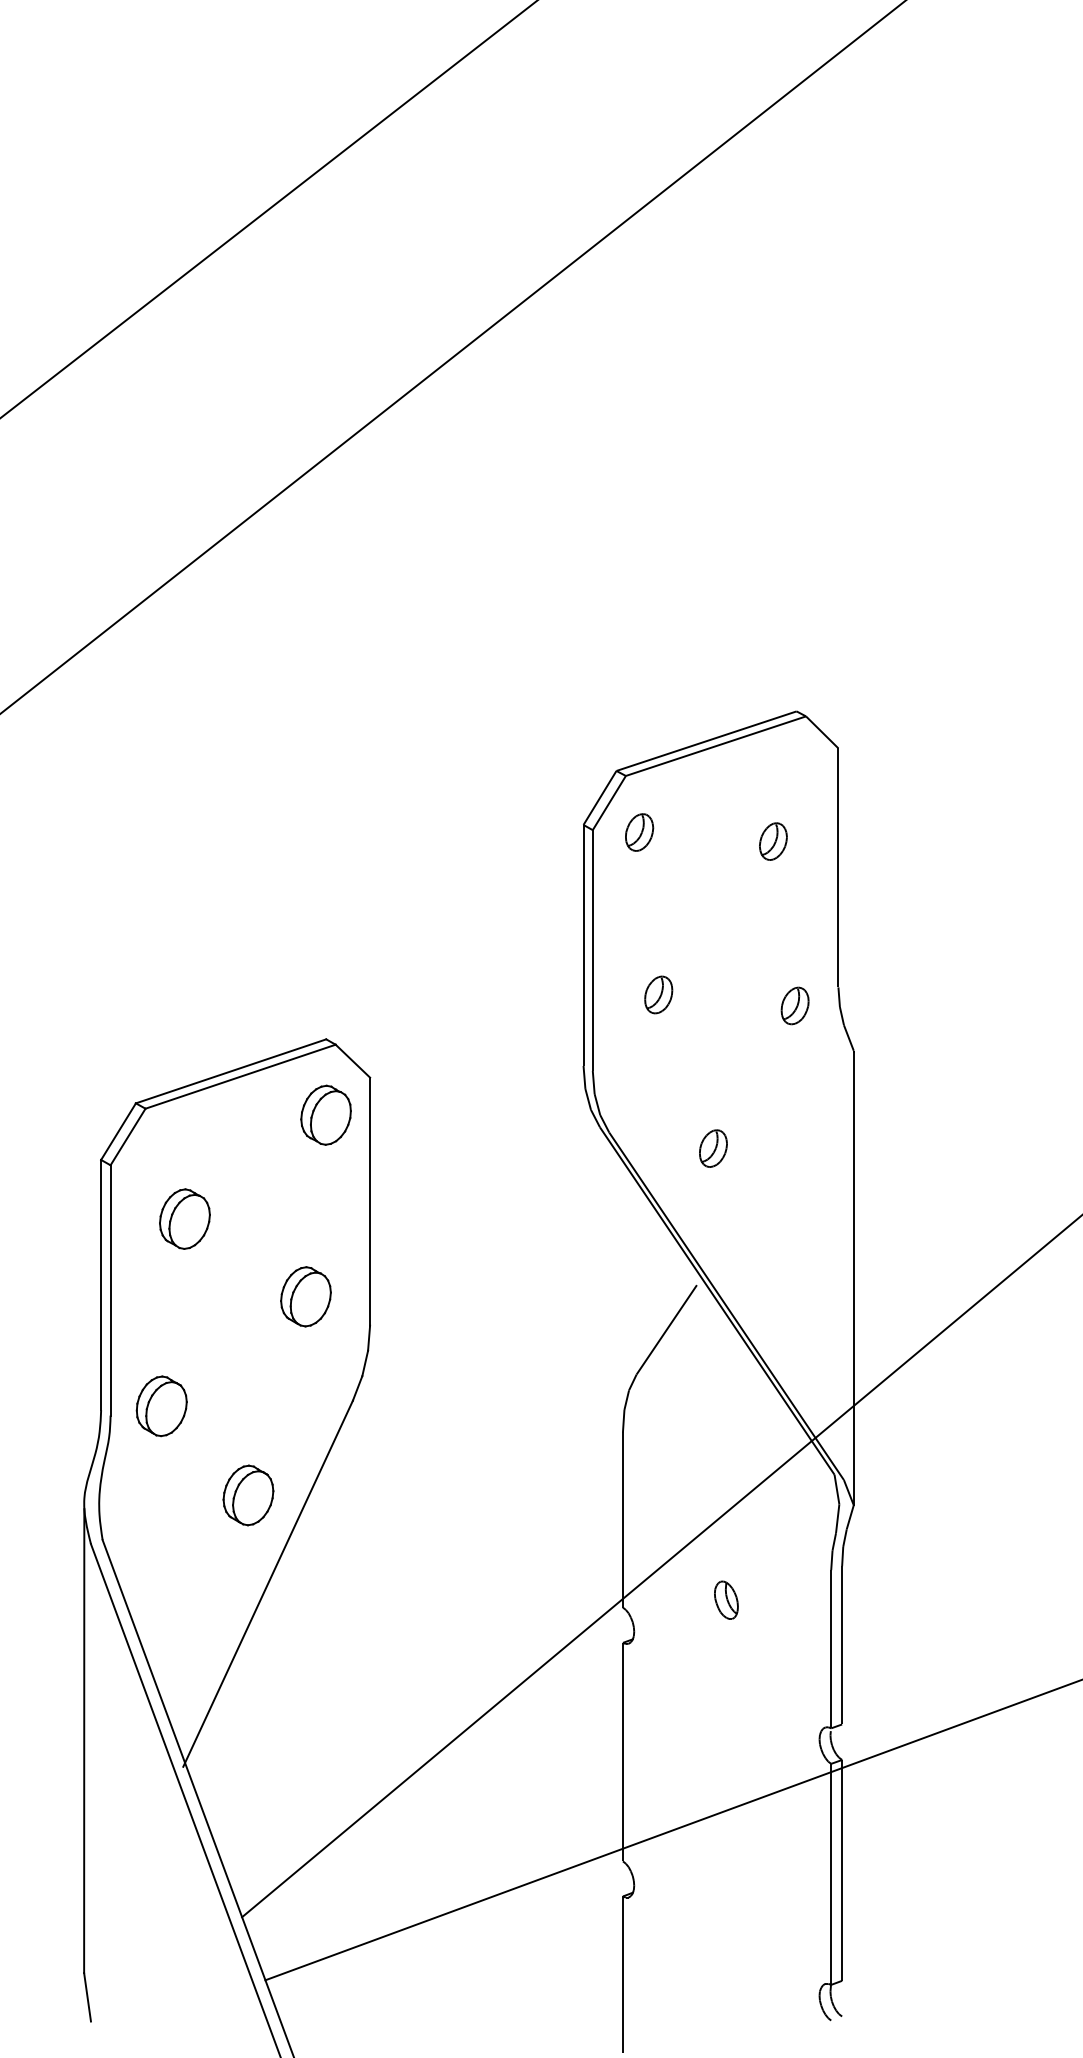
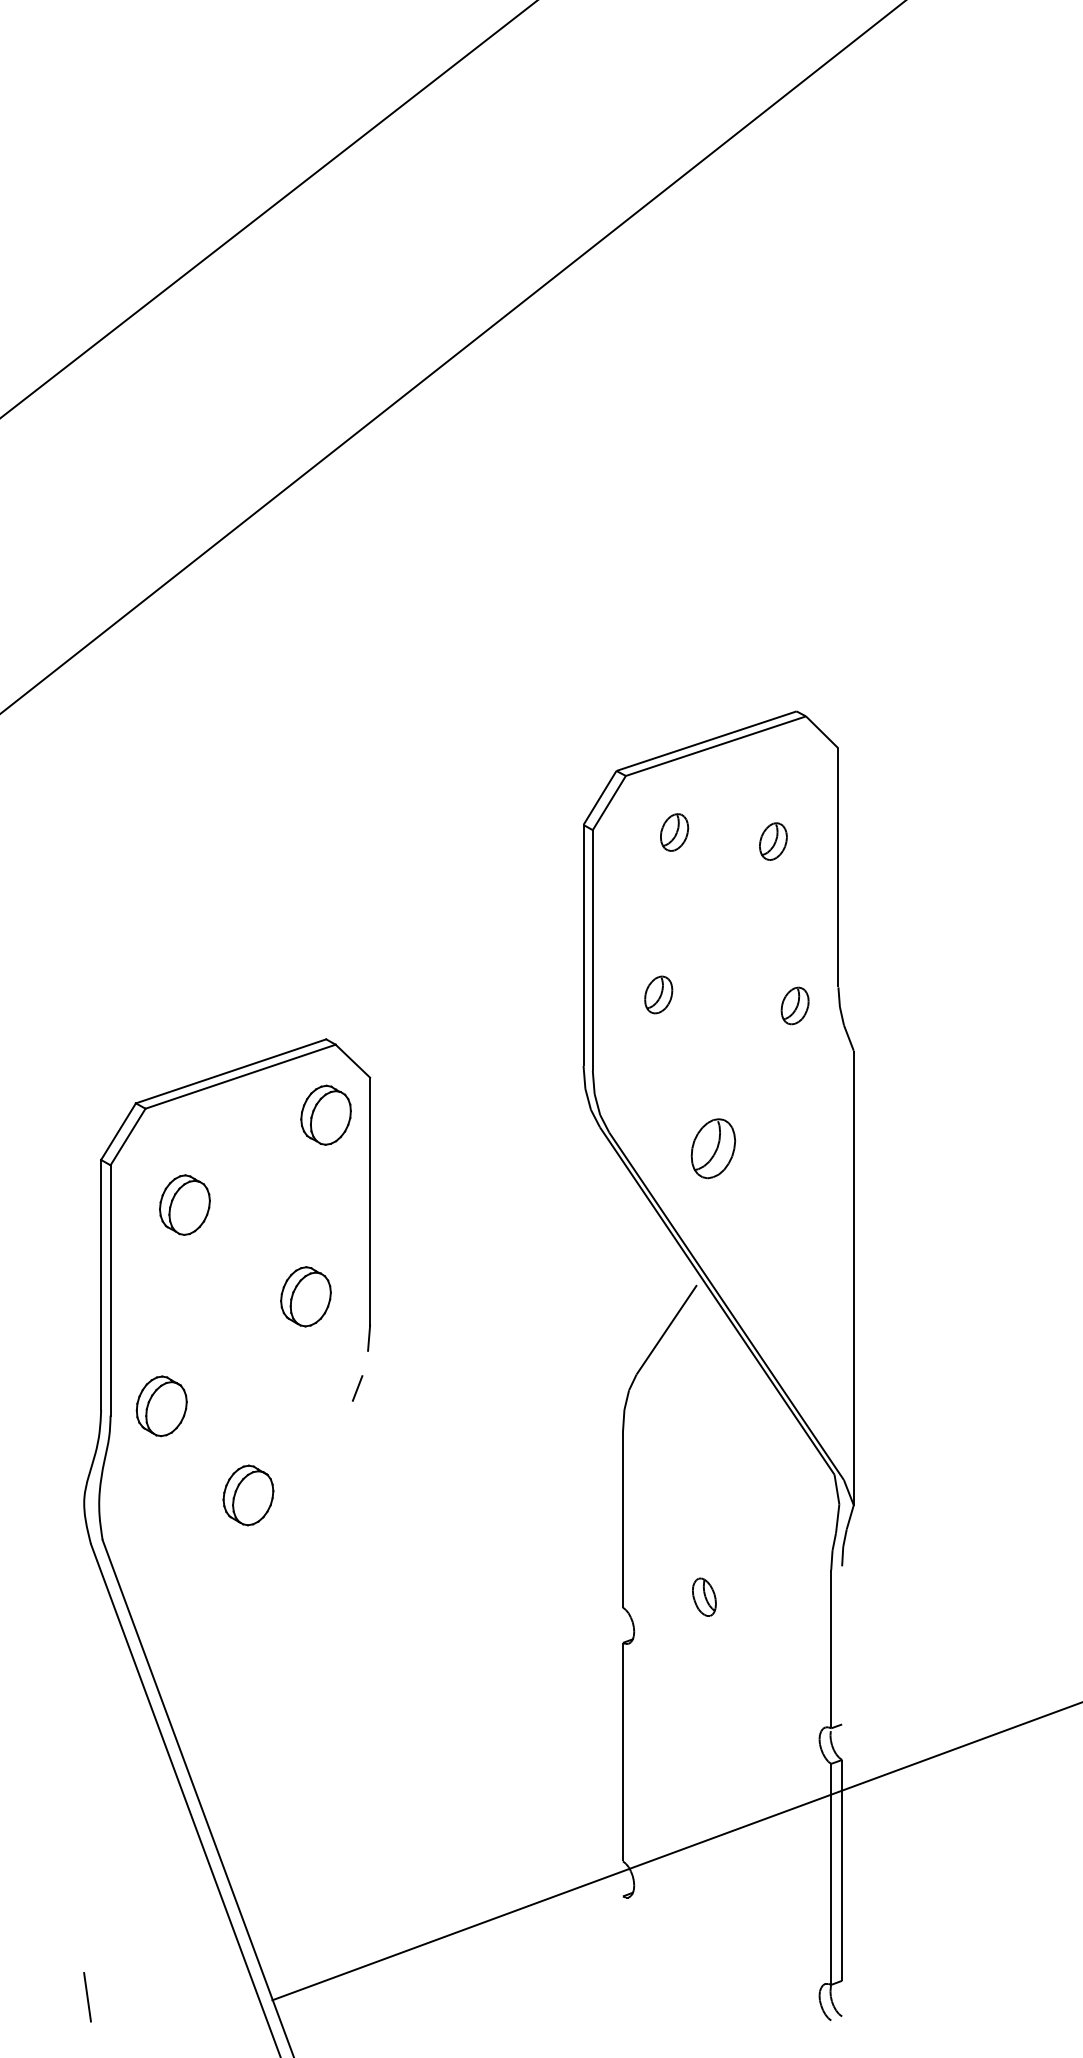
part at (639, 832) position: (639, 832) -> (674, 832)
part at (713, 1148) size: 29x39 px -> 47x62 px
part at (184, 1218) position: (184, 1218) -> (184, 1204)
line at (365, 1363): present -> none
line at (660, 1567): present -> none
line at (267, 1583): present -> none
part at (726, 1599) position: (726, 1599) -> (704, 1596)
line at (842, 1645): present -> none
line at (84, 1741): present -> none
line at (672, 1830) position: (672, 1830) -> (675, 1851)
line at (622, 1974): present -> none
